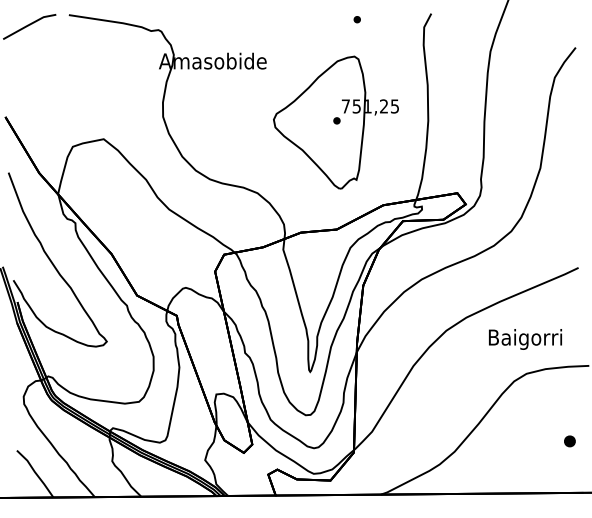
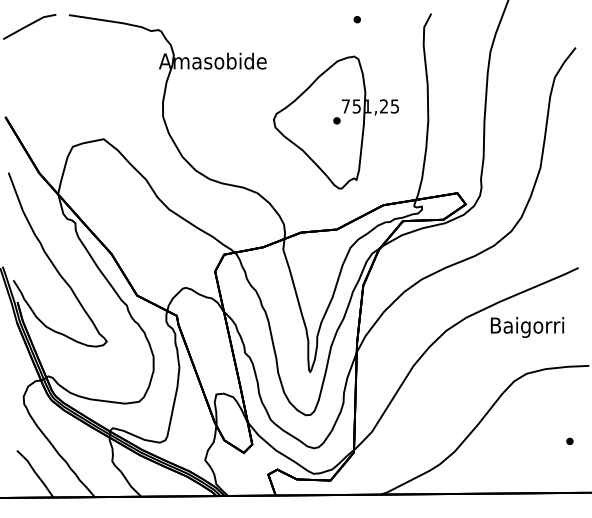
text at (525, 339) position: (525, 339) -> (527, 327)
part at (569, 441) size: 12x13 px -> 8x9 px
